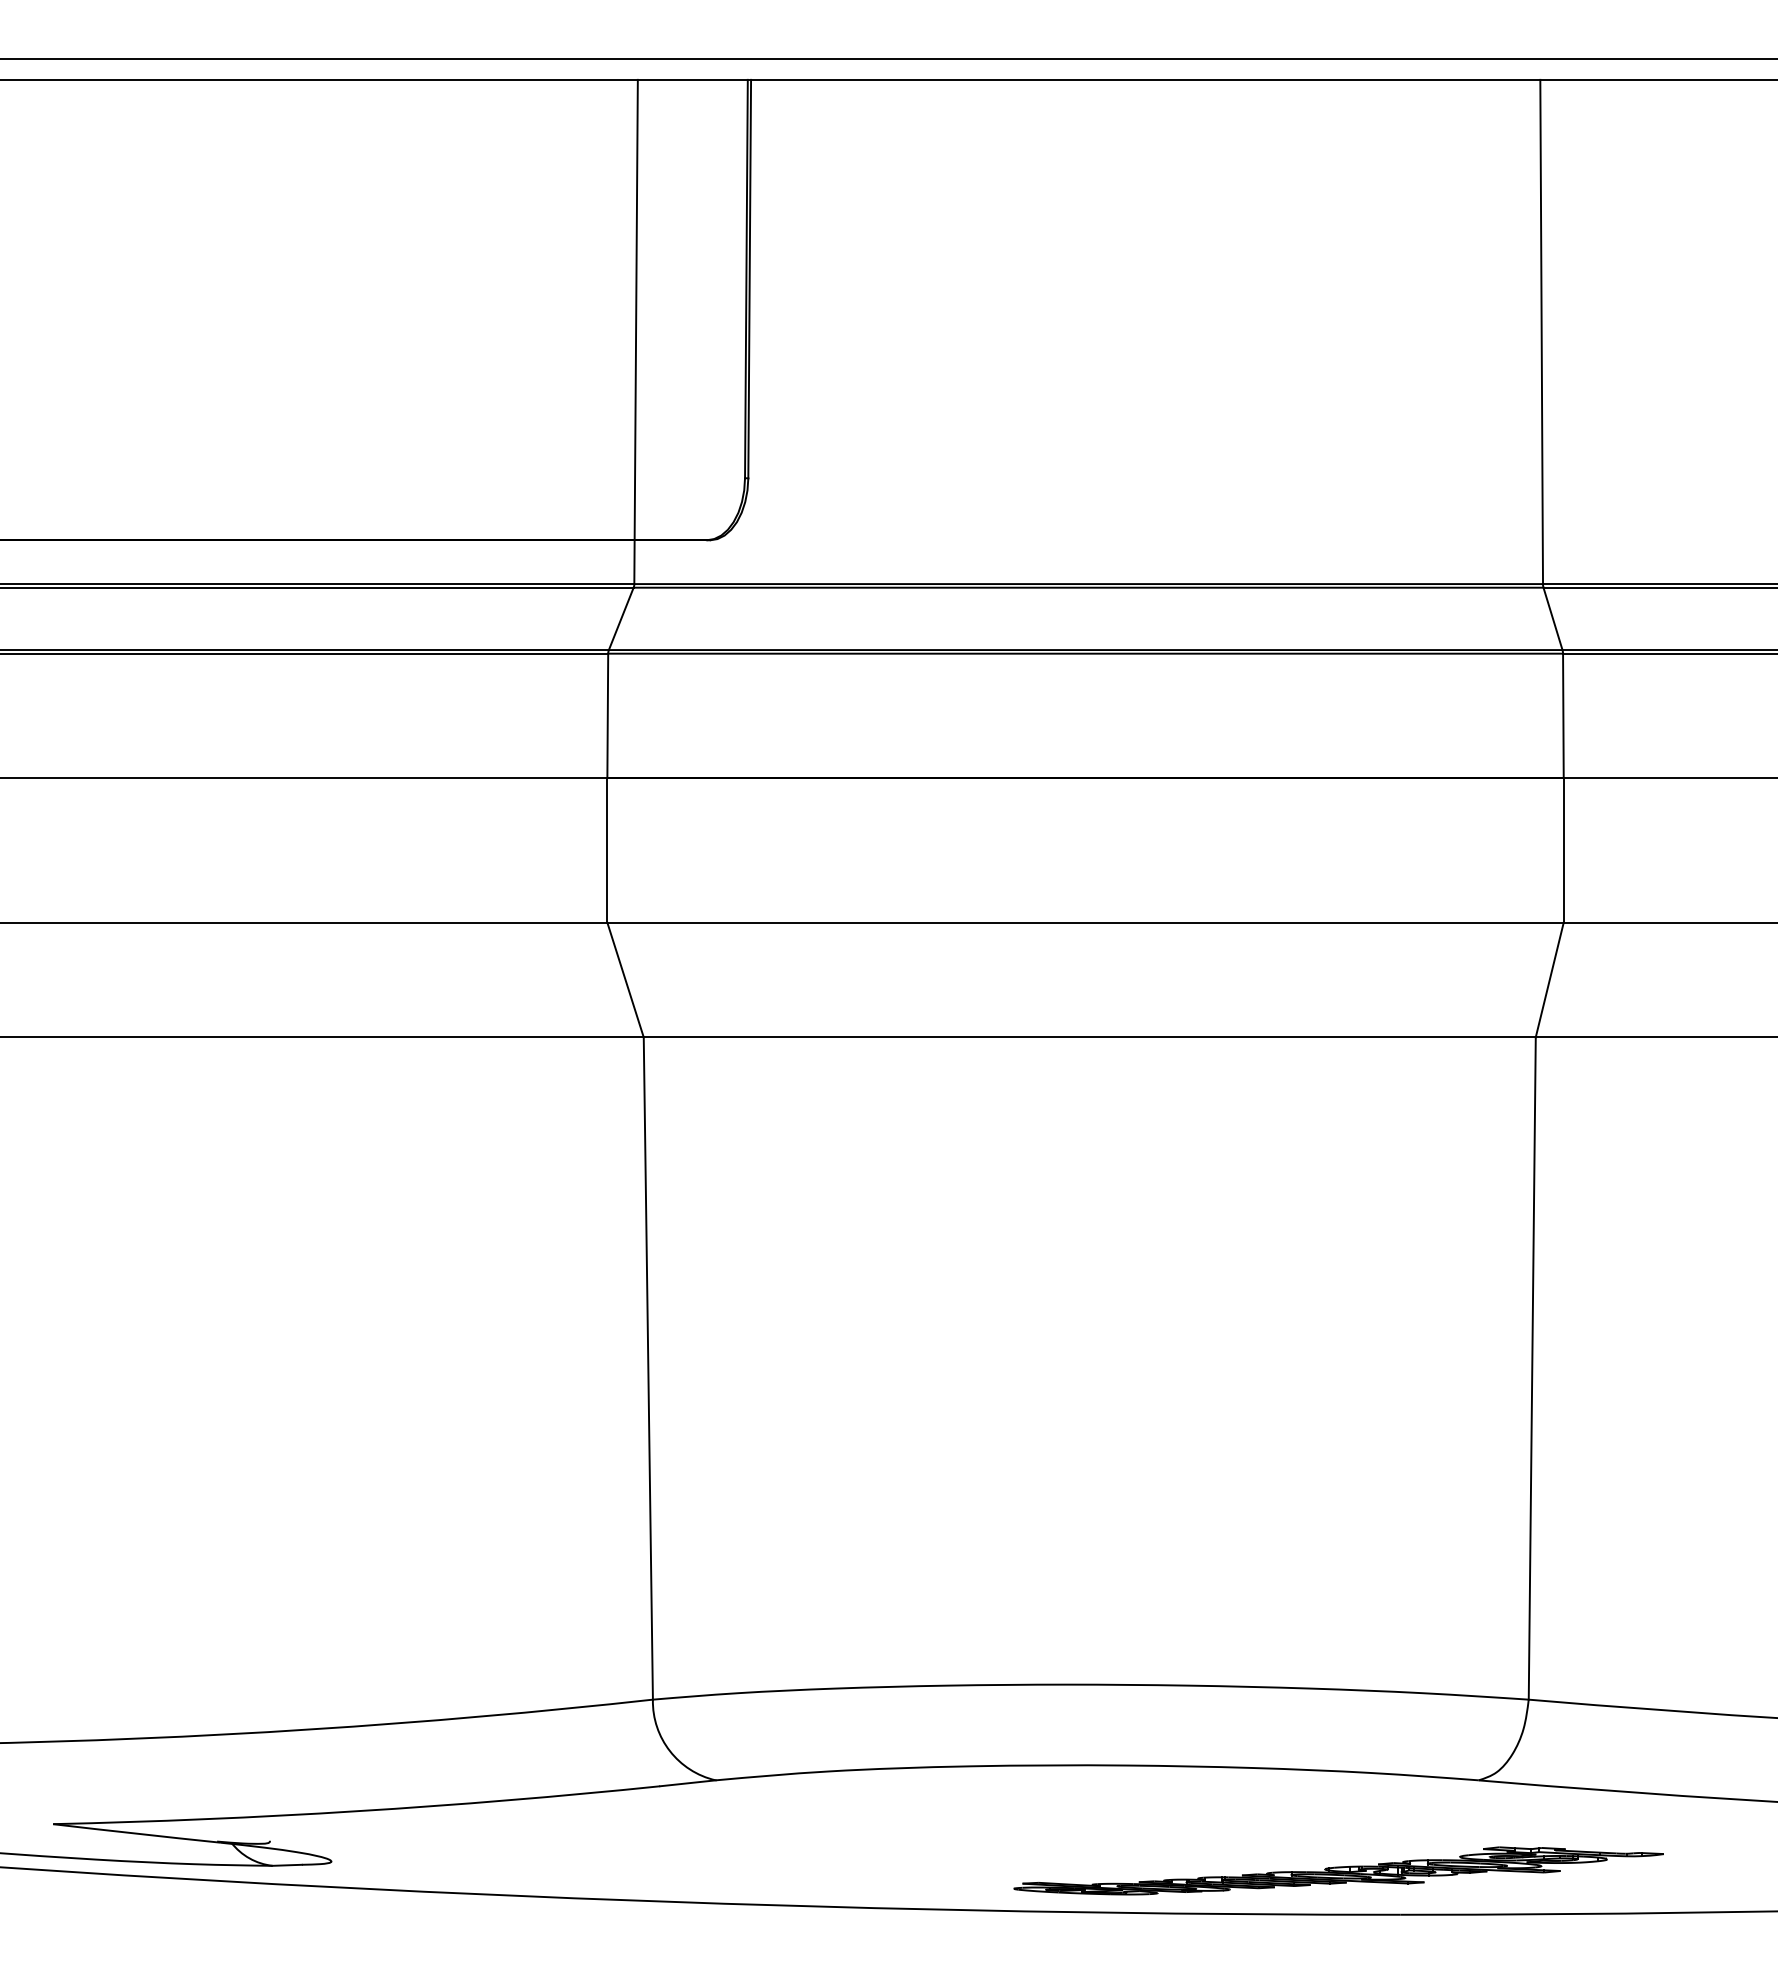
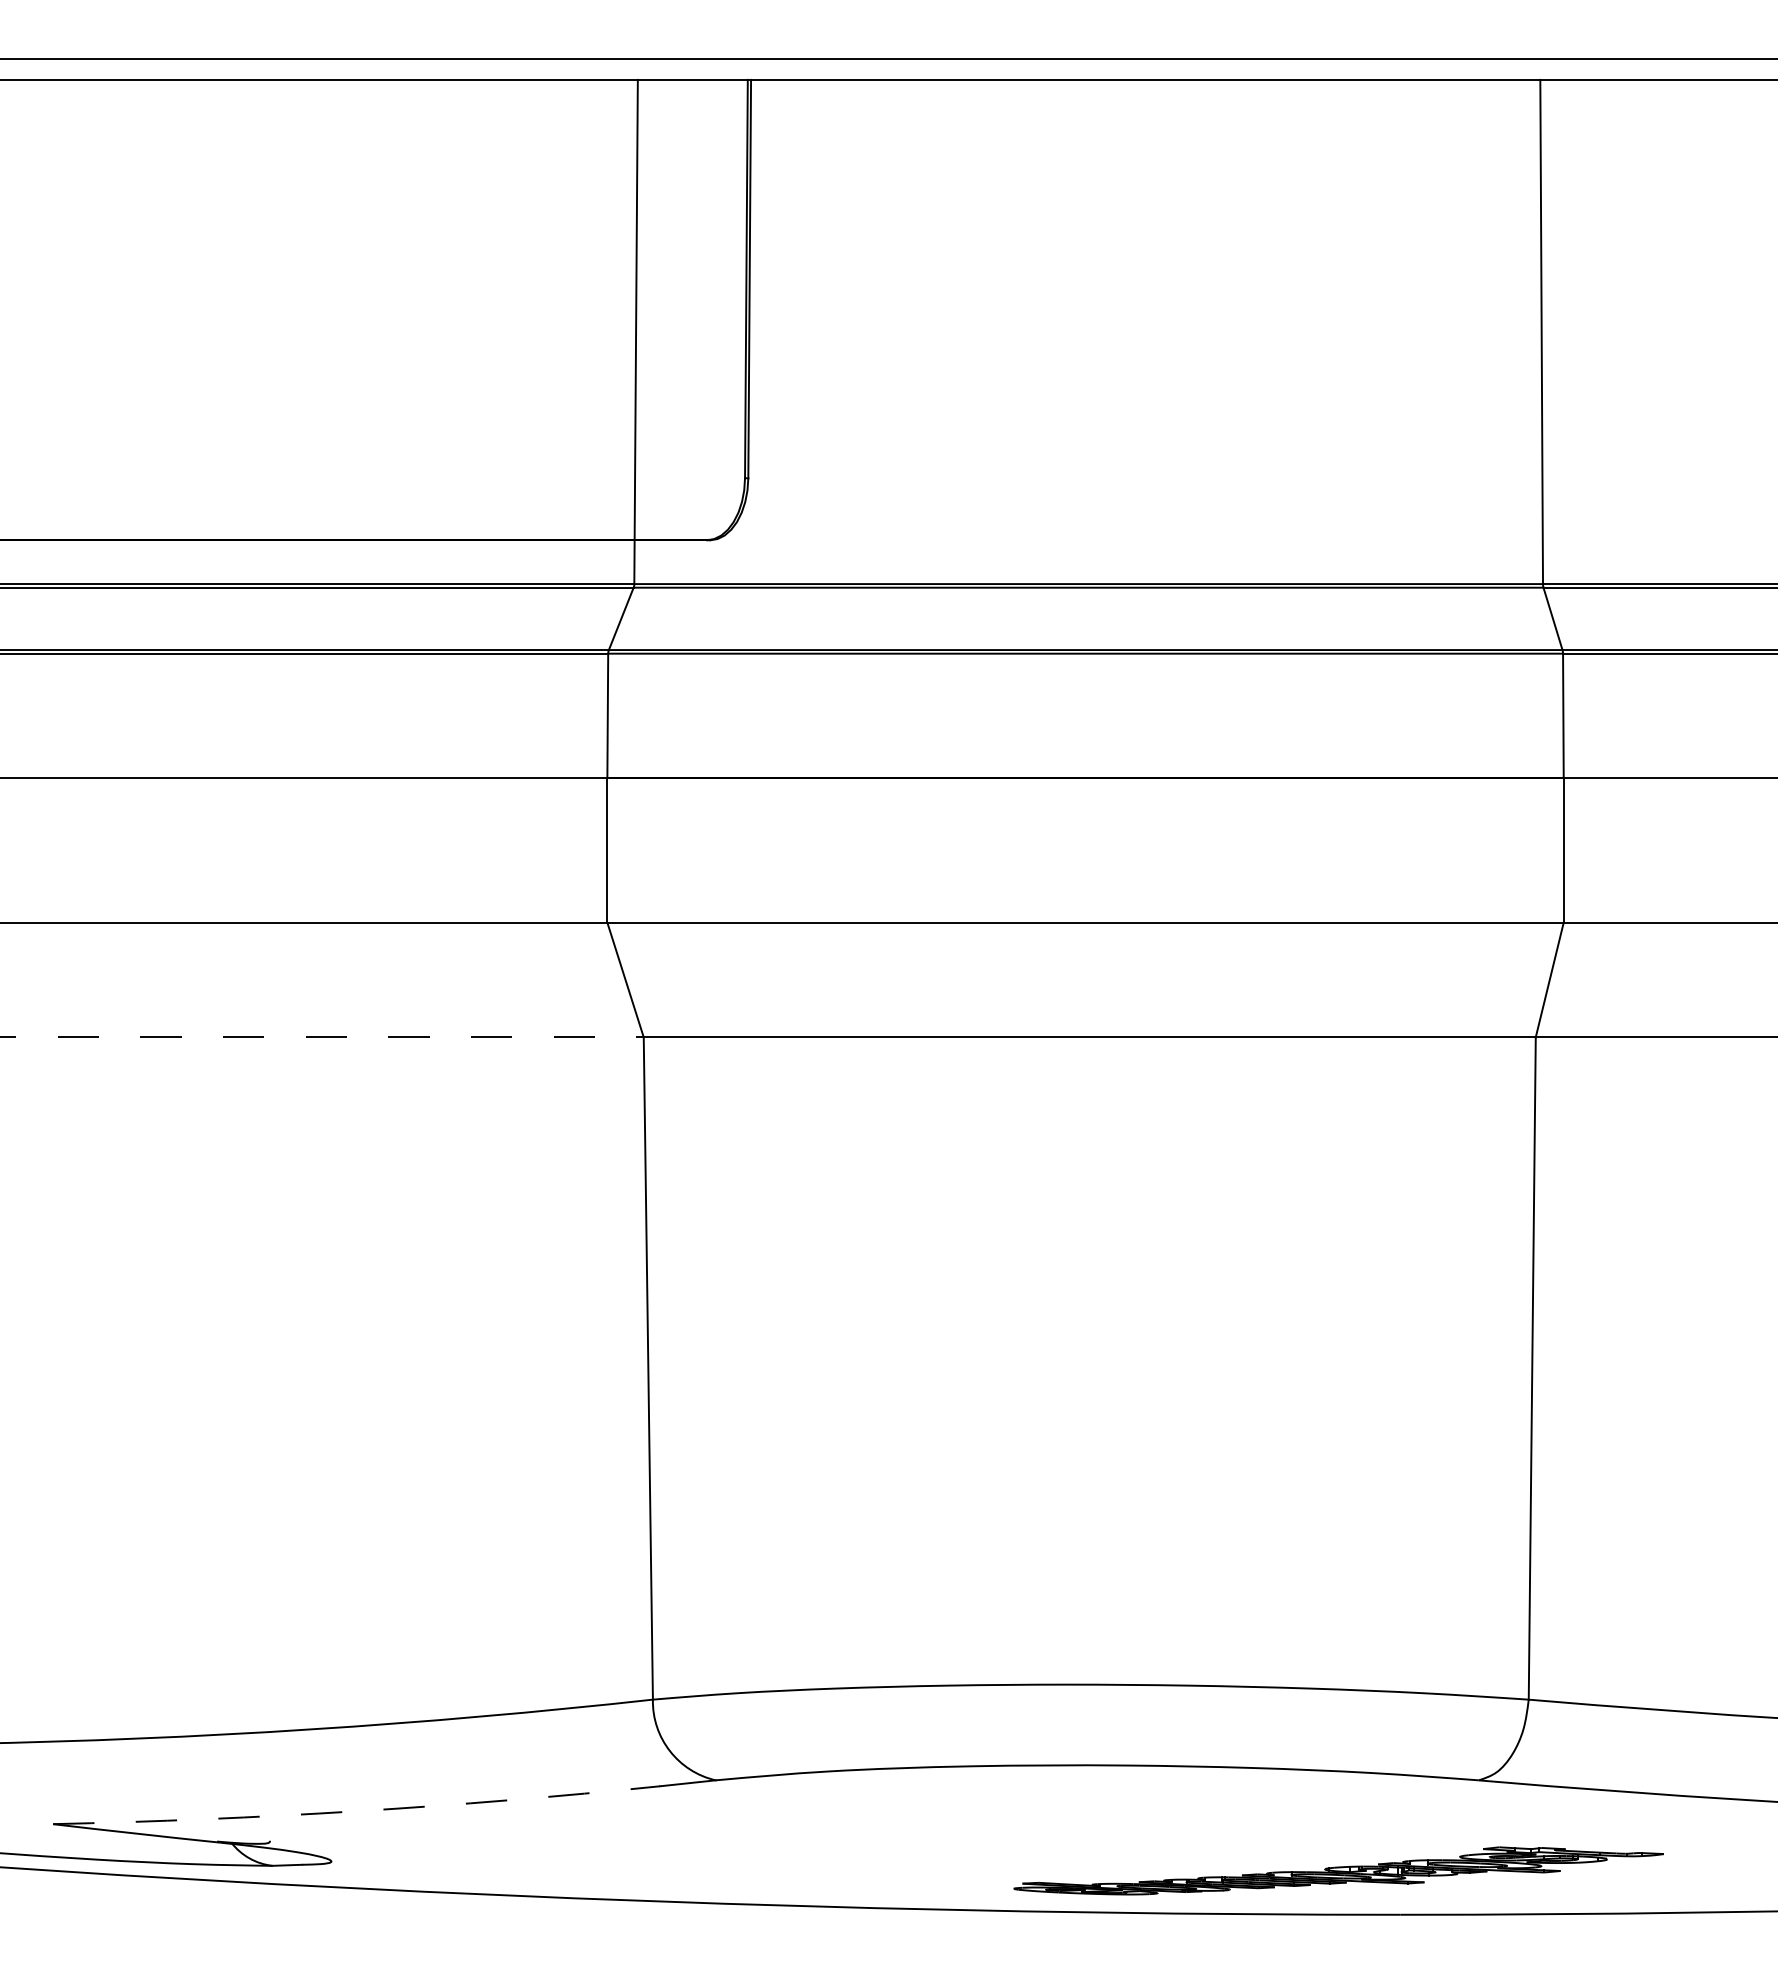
line at (322, 1037): solid -> dashed
arc at (357, 1811): solid -> dashed
